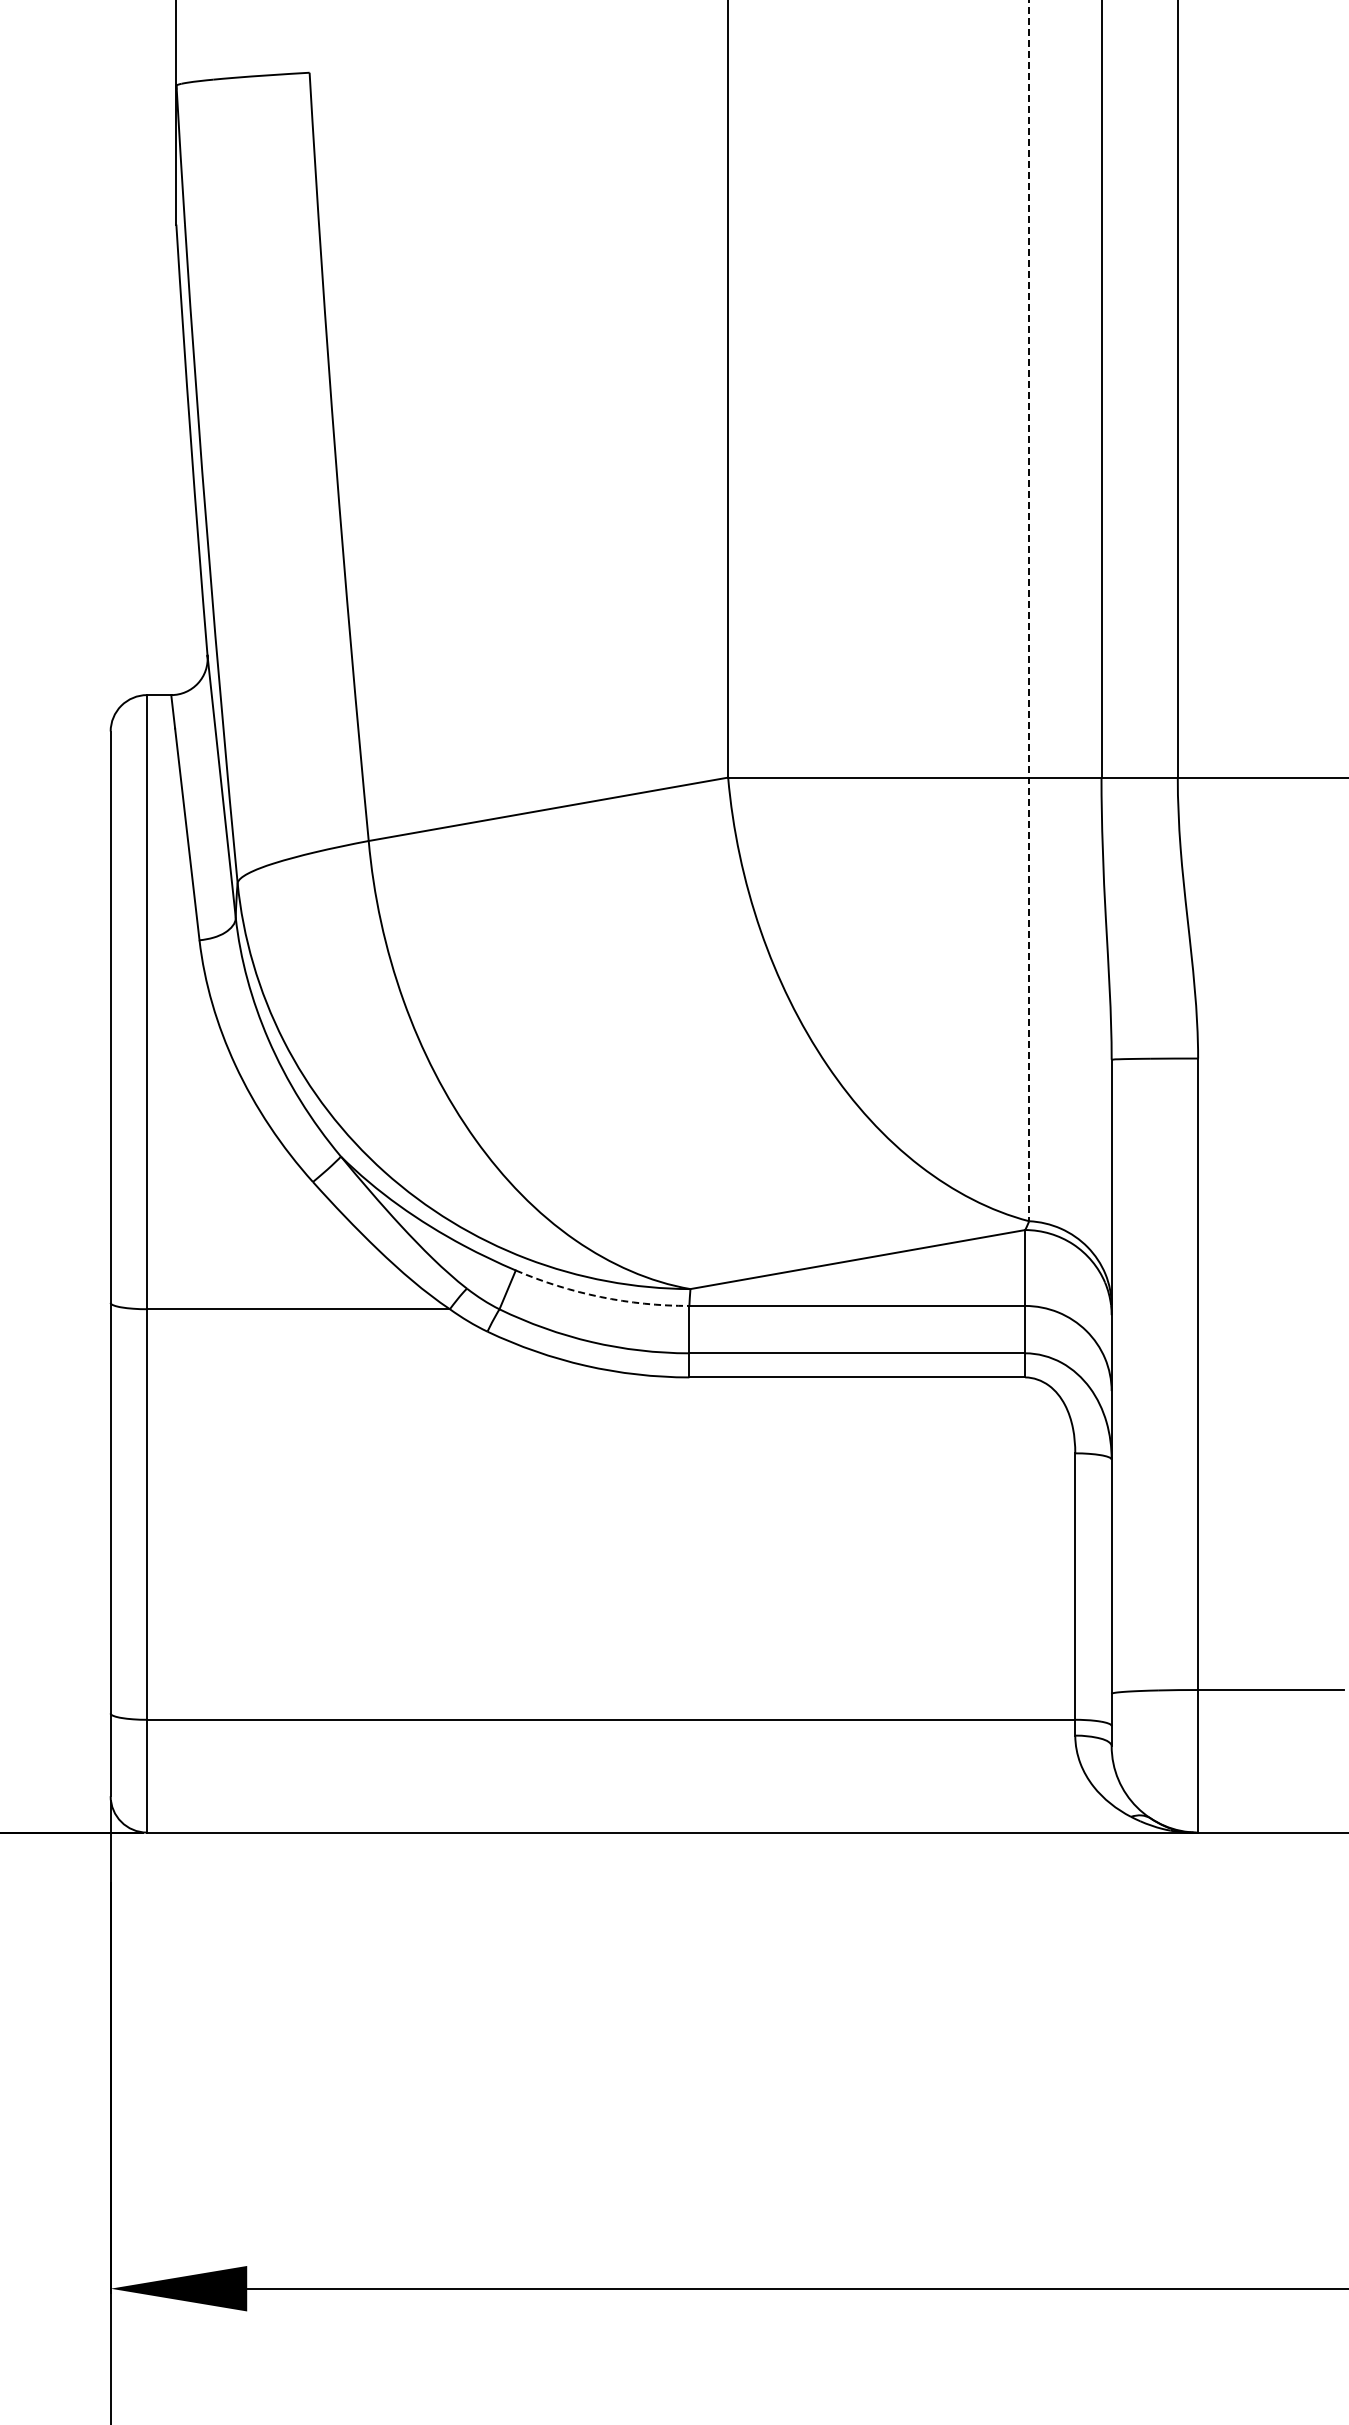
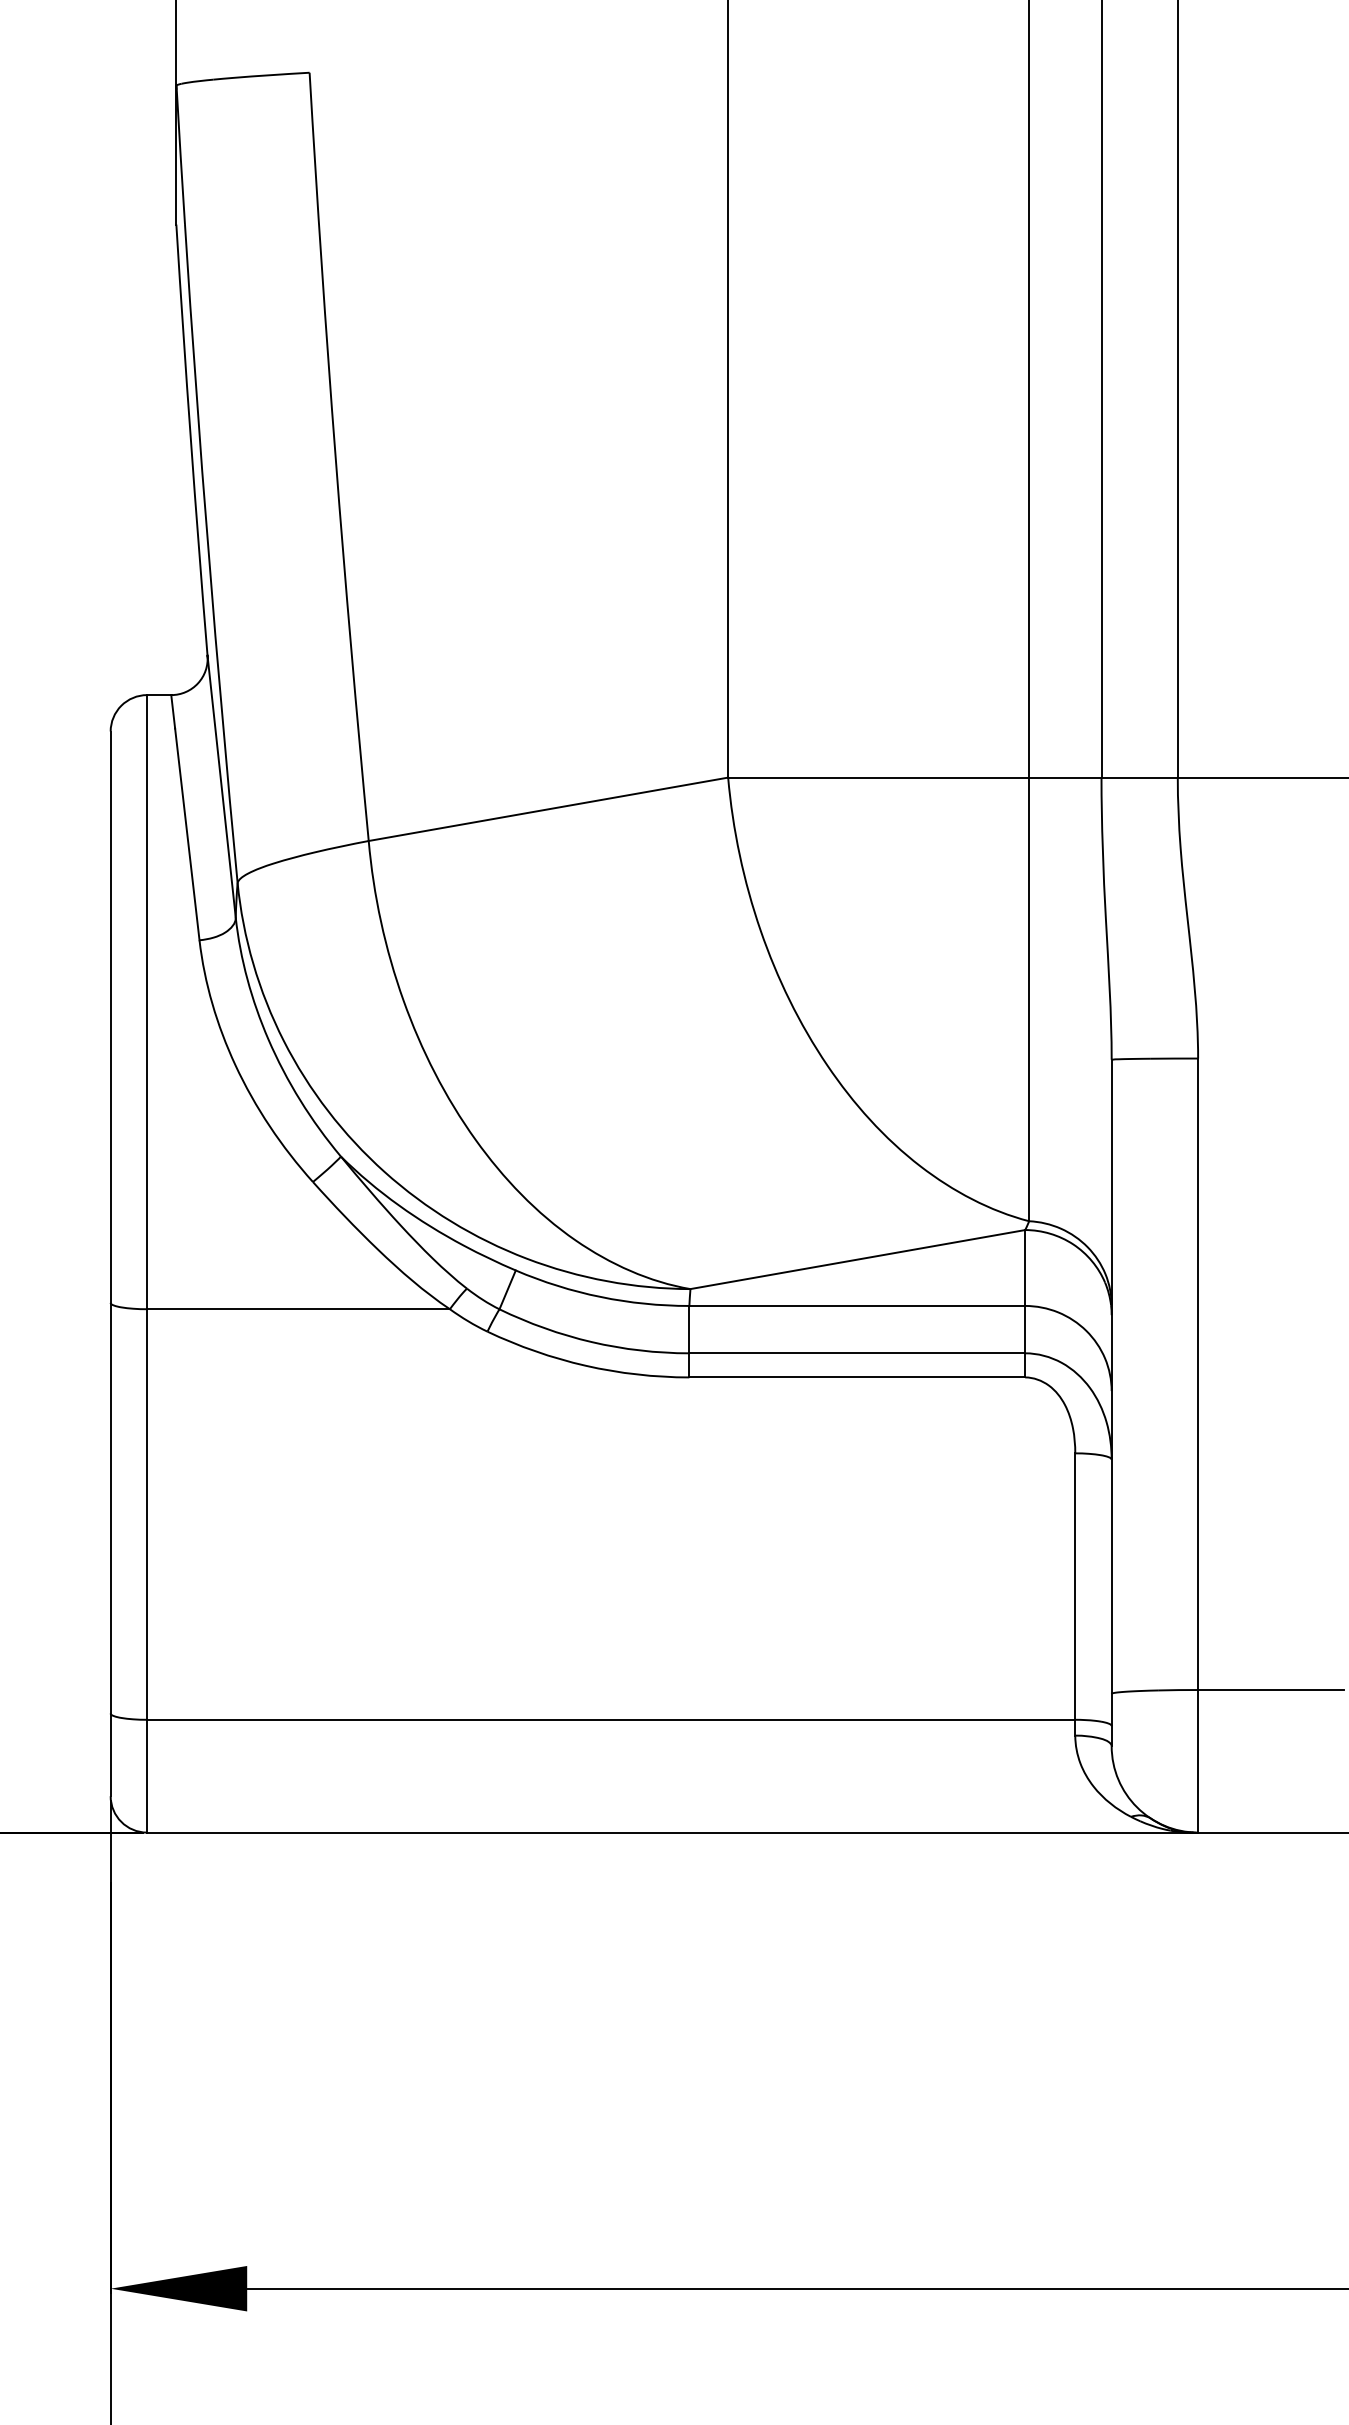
line at (1029, 611): dashed -> solid
arc at (600, 1297): dashed -> solid
